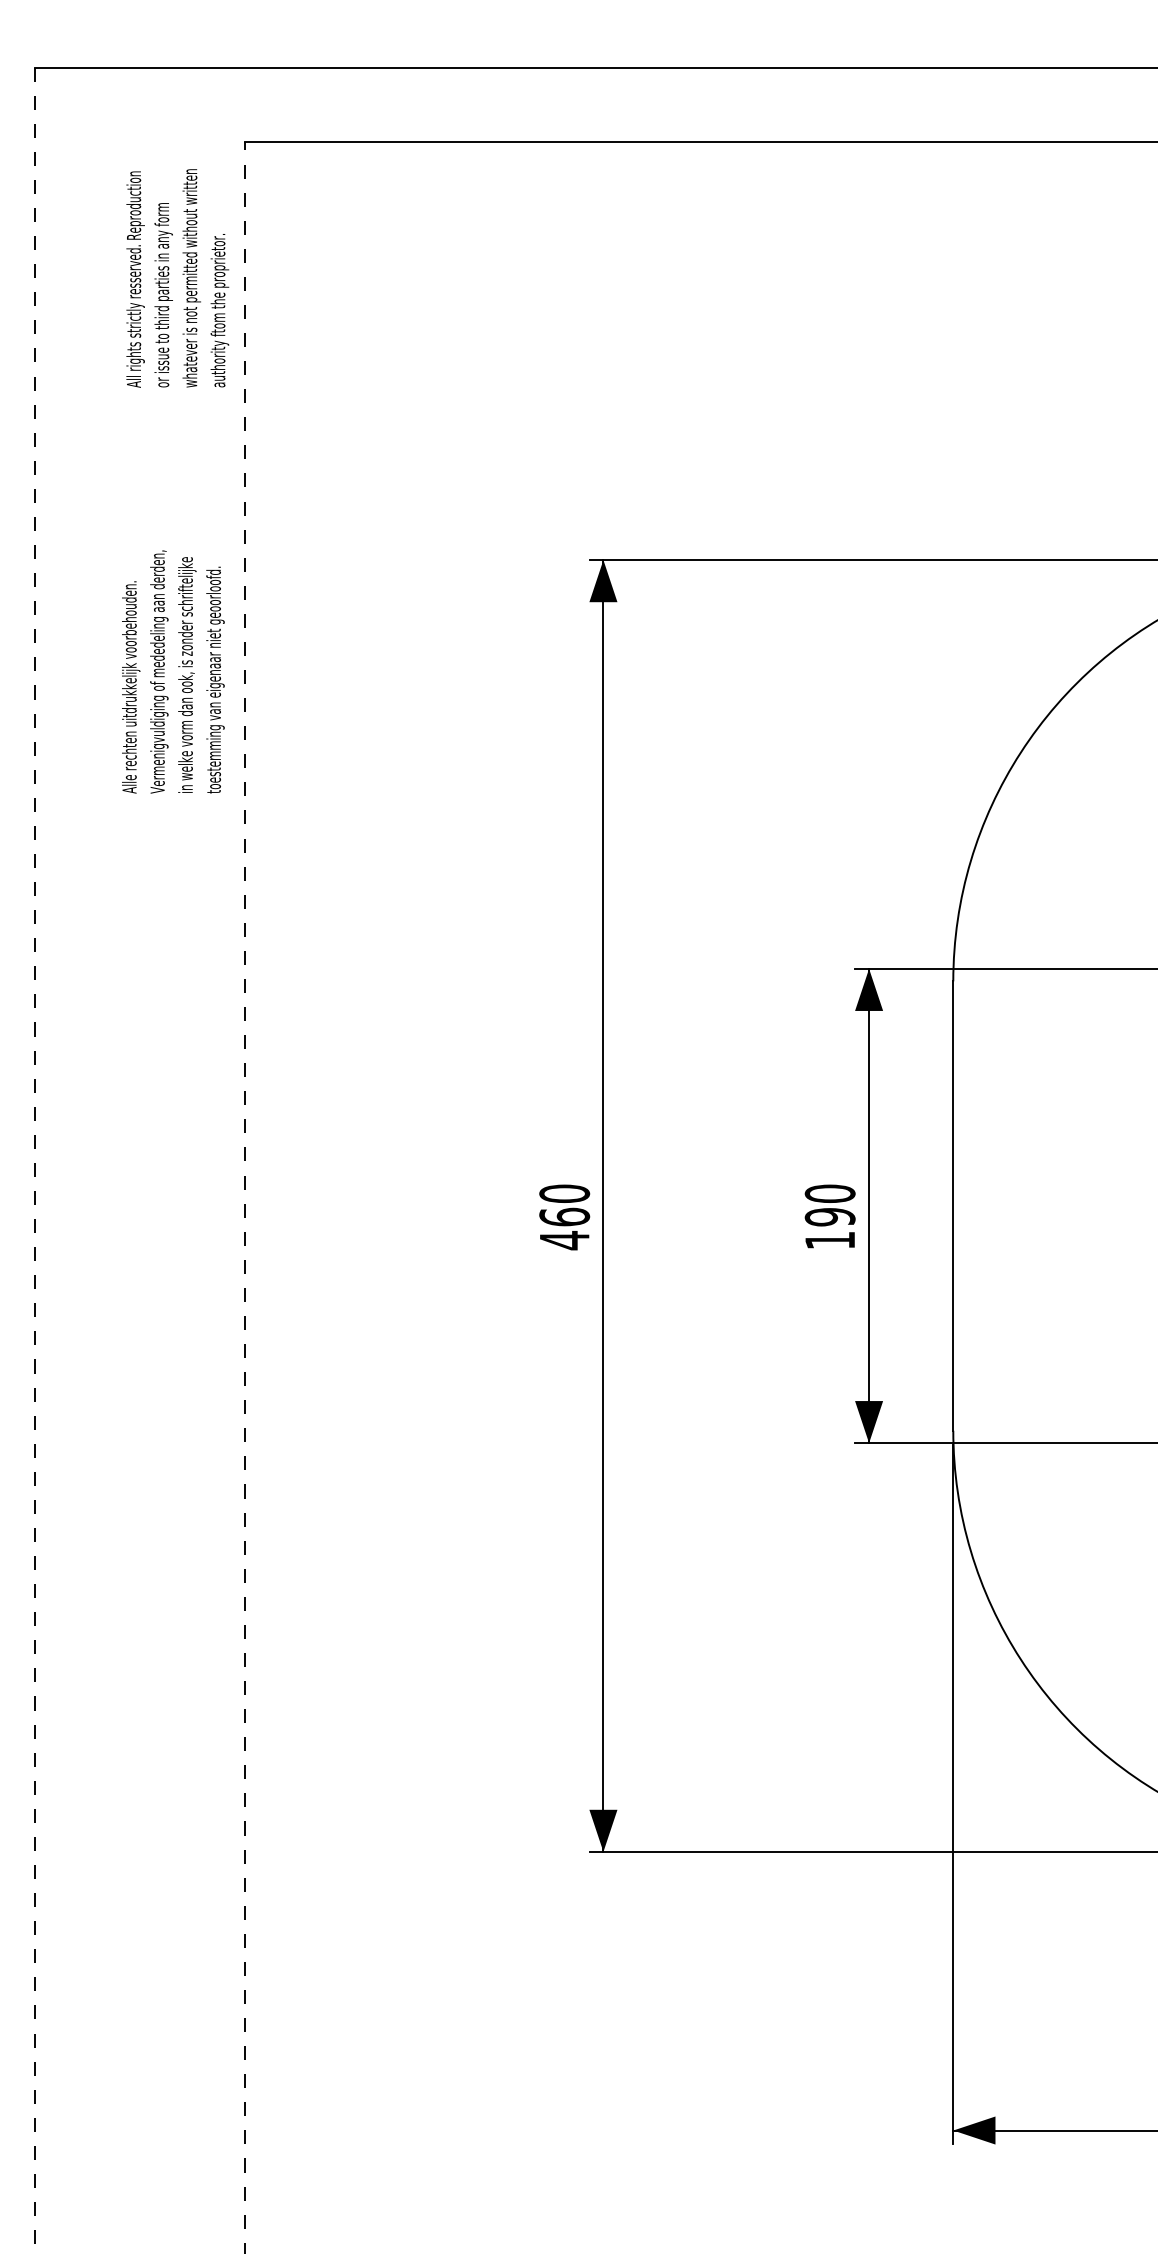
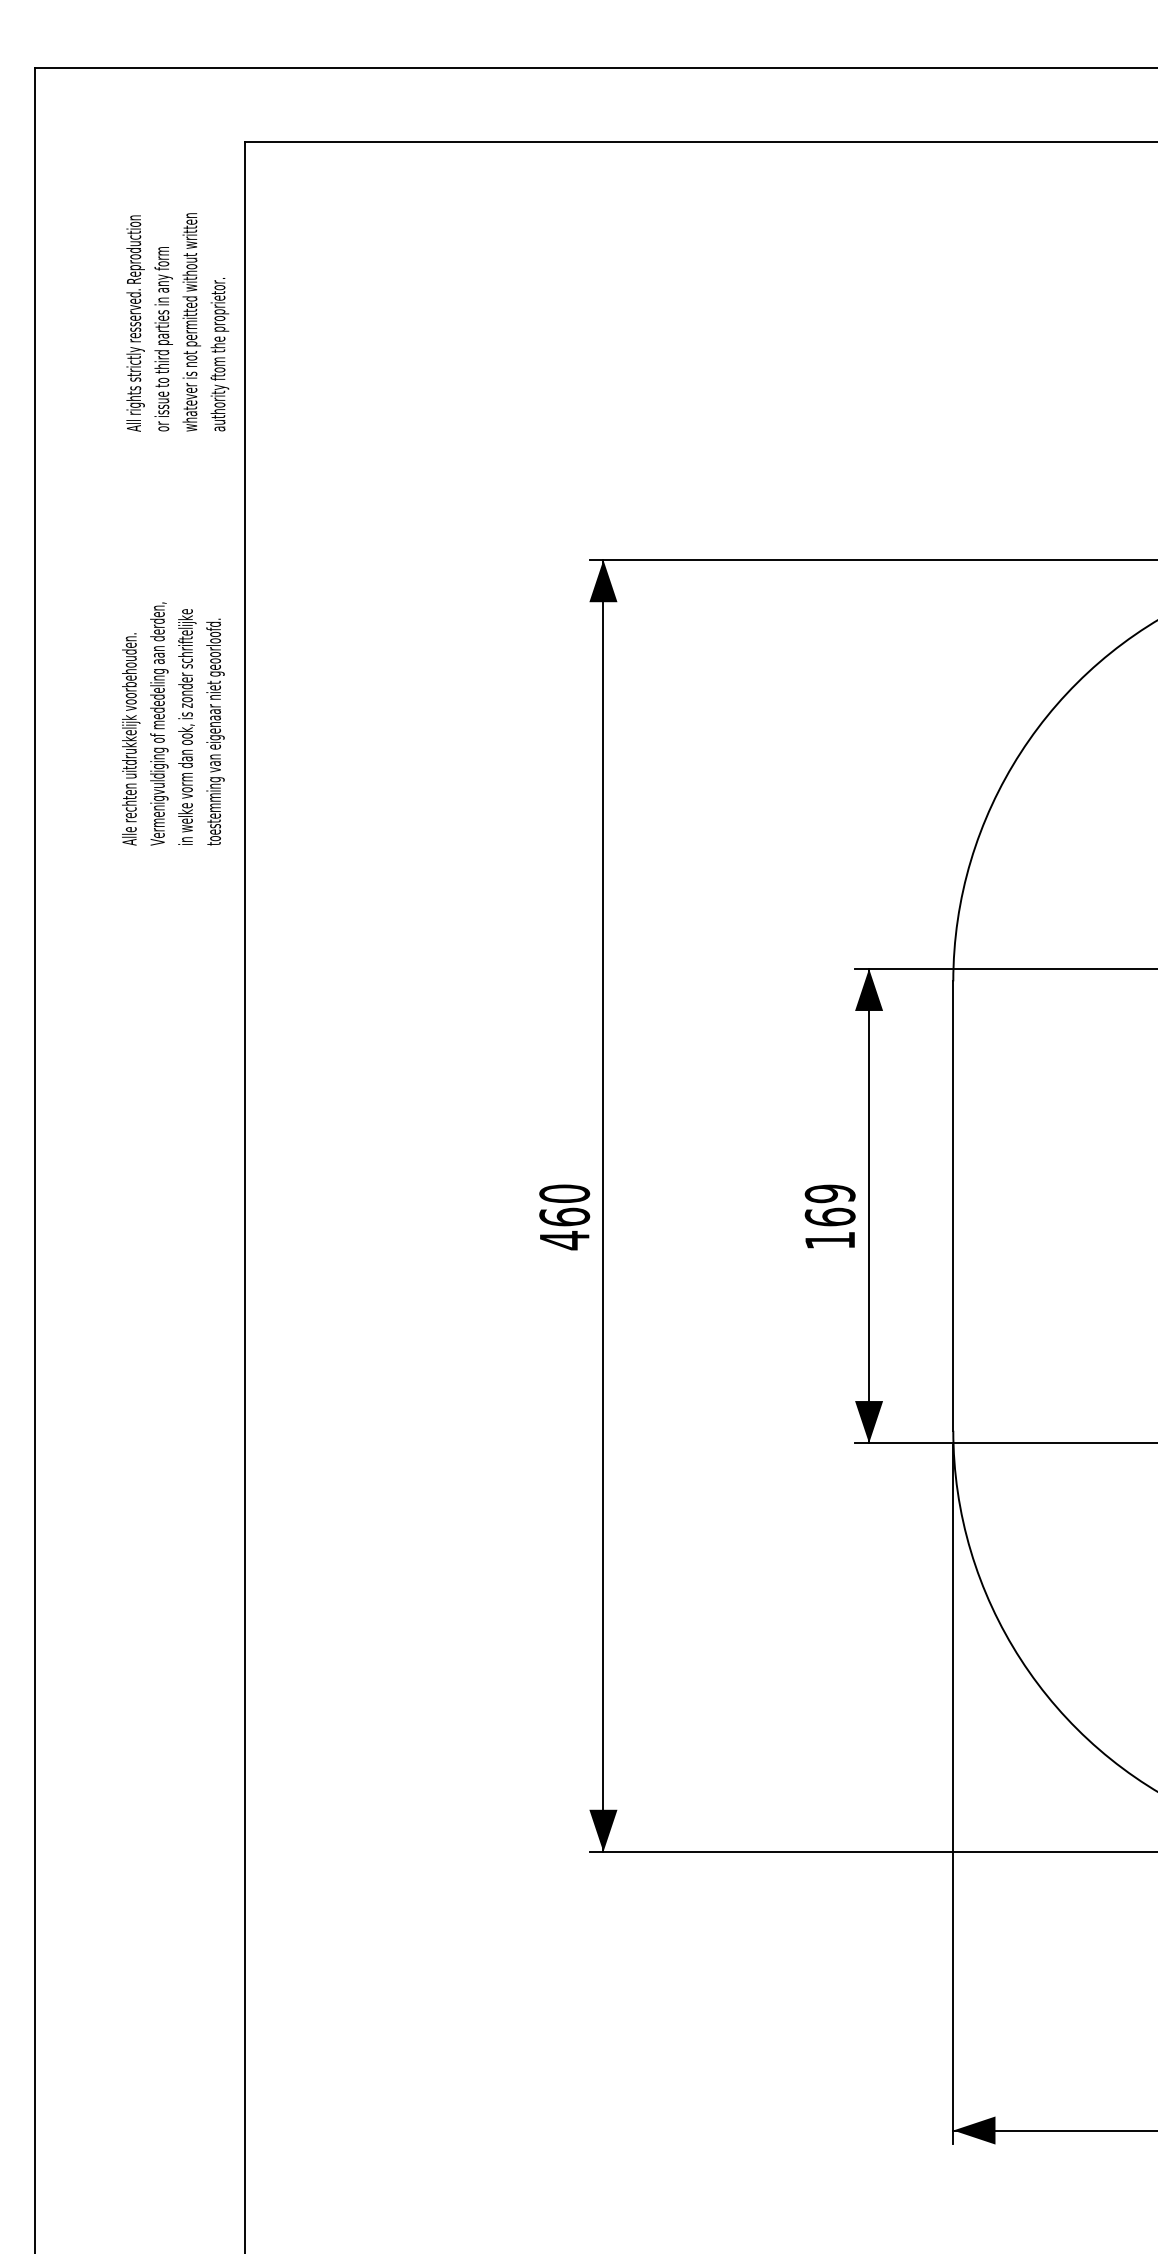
text at (177, 278) position: (177, 278) -> (177, 322)
text at (173, 671) position: (173, 671) -> (173, 723)
line at (34, 1160): dashed -> solid
line at (245, 1197): dashed -> solid
text at (829, 1205): 190 -> 169
